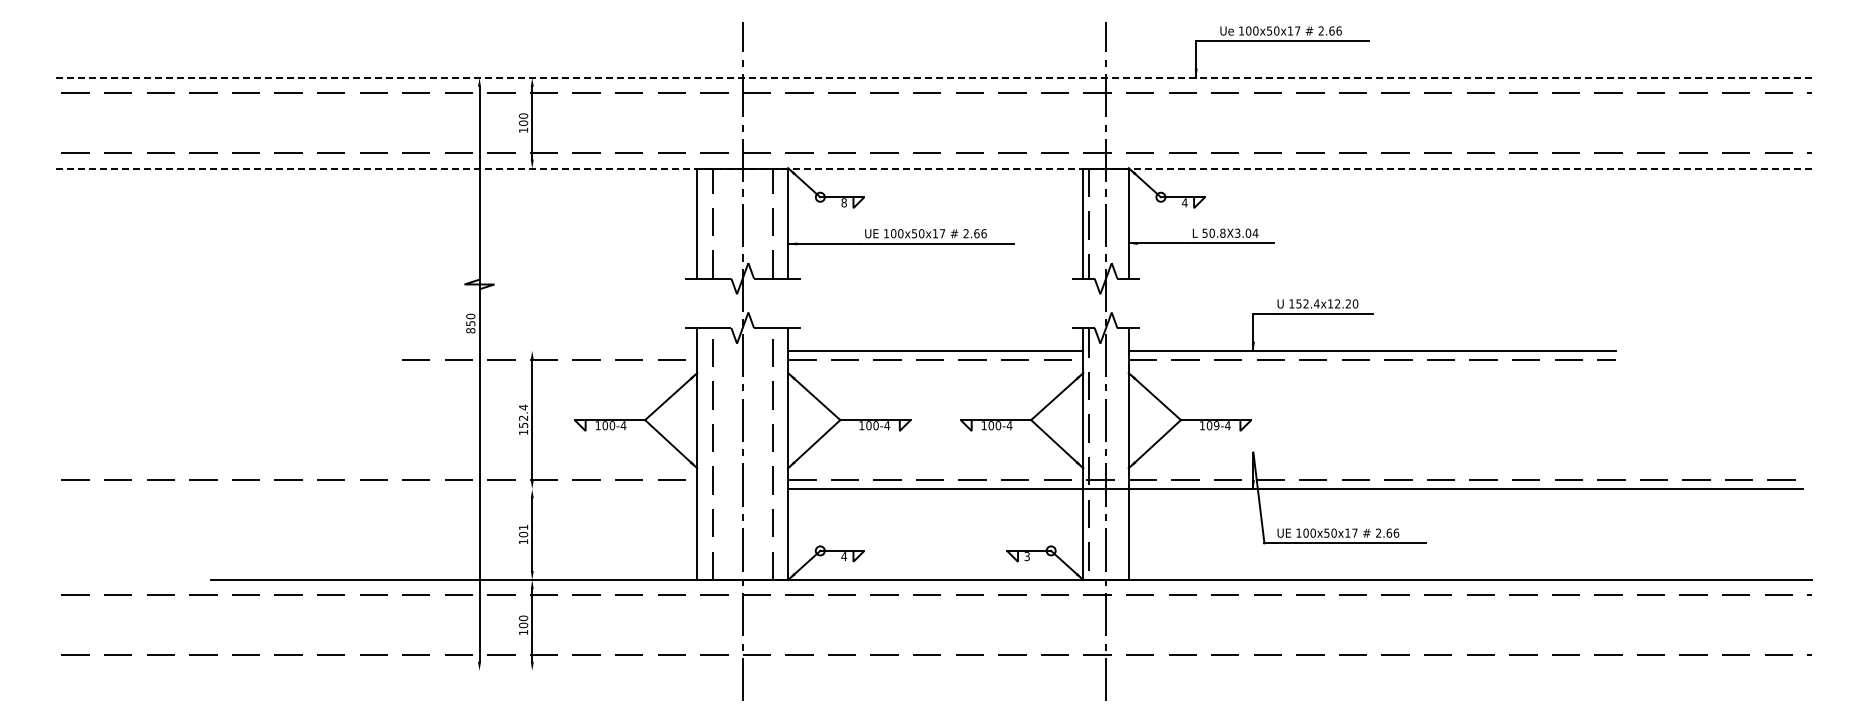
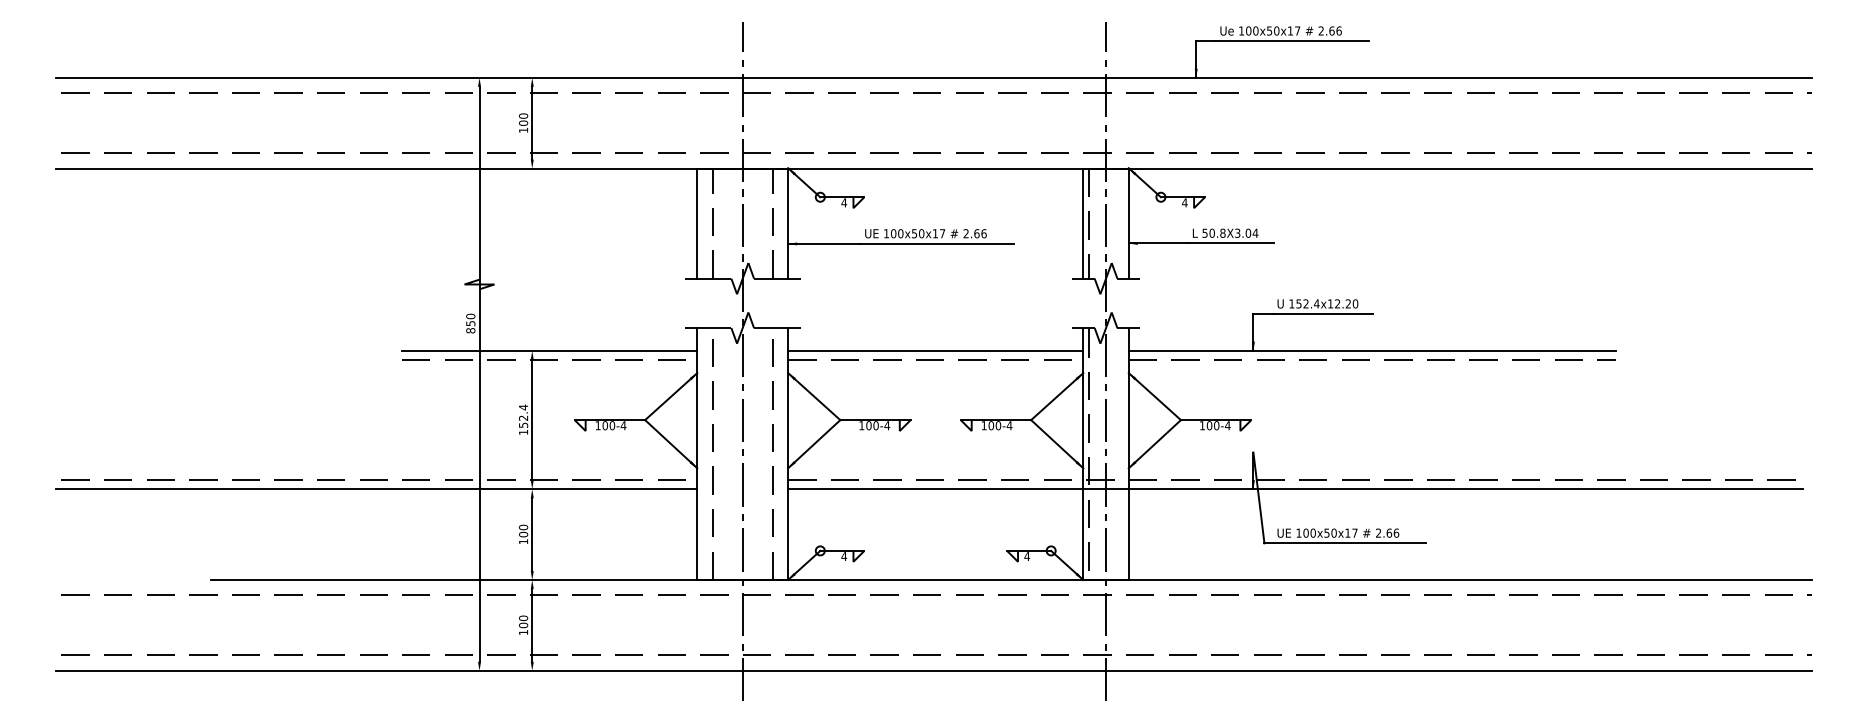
line at (934, 77): dashed -> solid
line at (934, 168): dashed -> solid
text at (844, 202): 8 -> 4
line at (549, 350): none -> present
text at (1216, 425): 109-4 -> 100-4
line at (376, 489): none -> present
text at (523, 527): 101 -> 100
text at (1027, 556): 3 -> 4
line at (933, 670): none -> present
